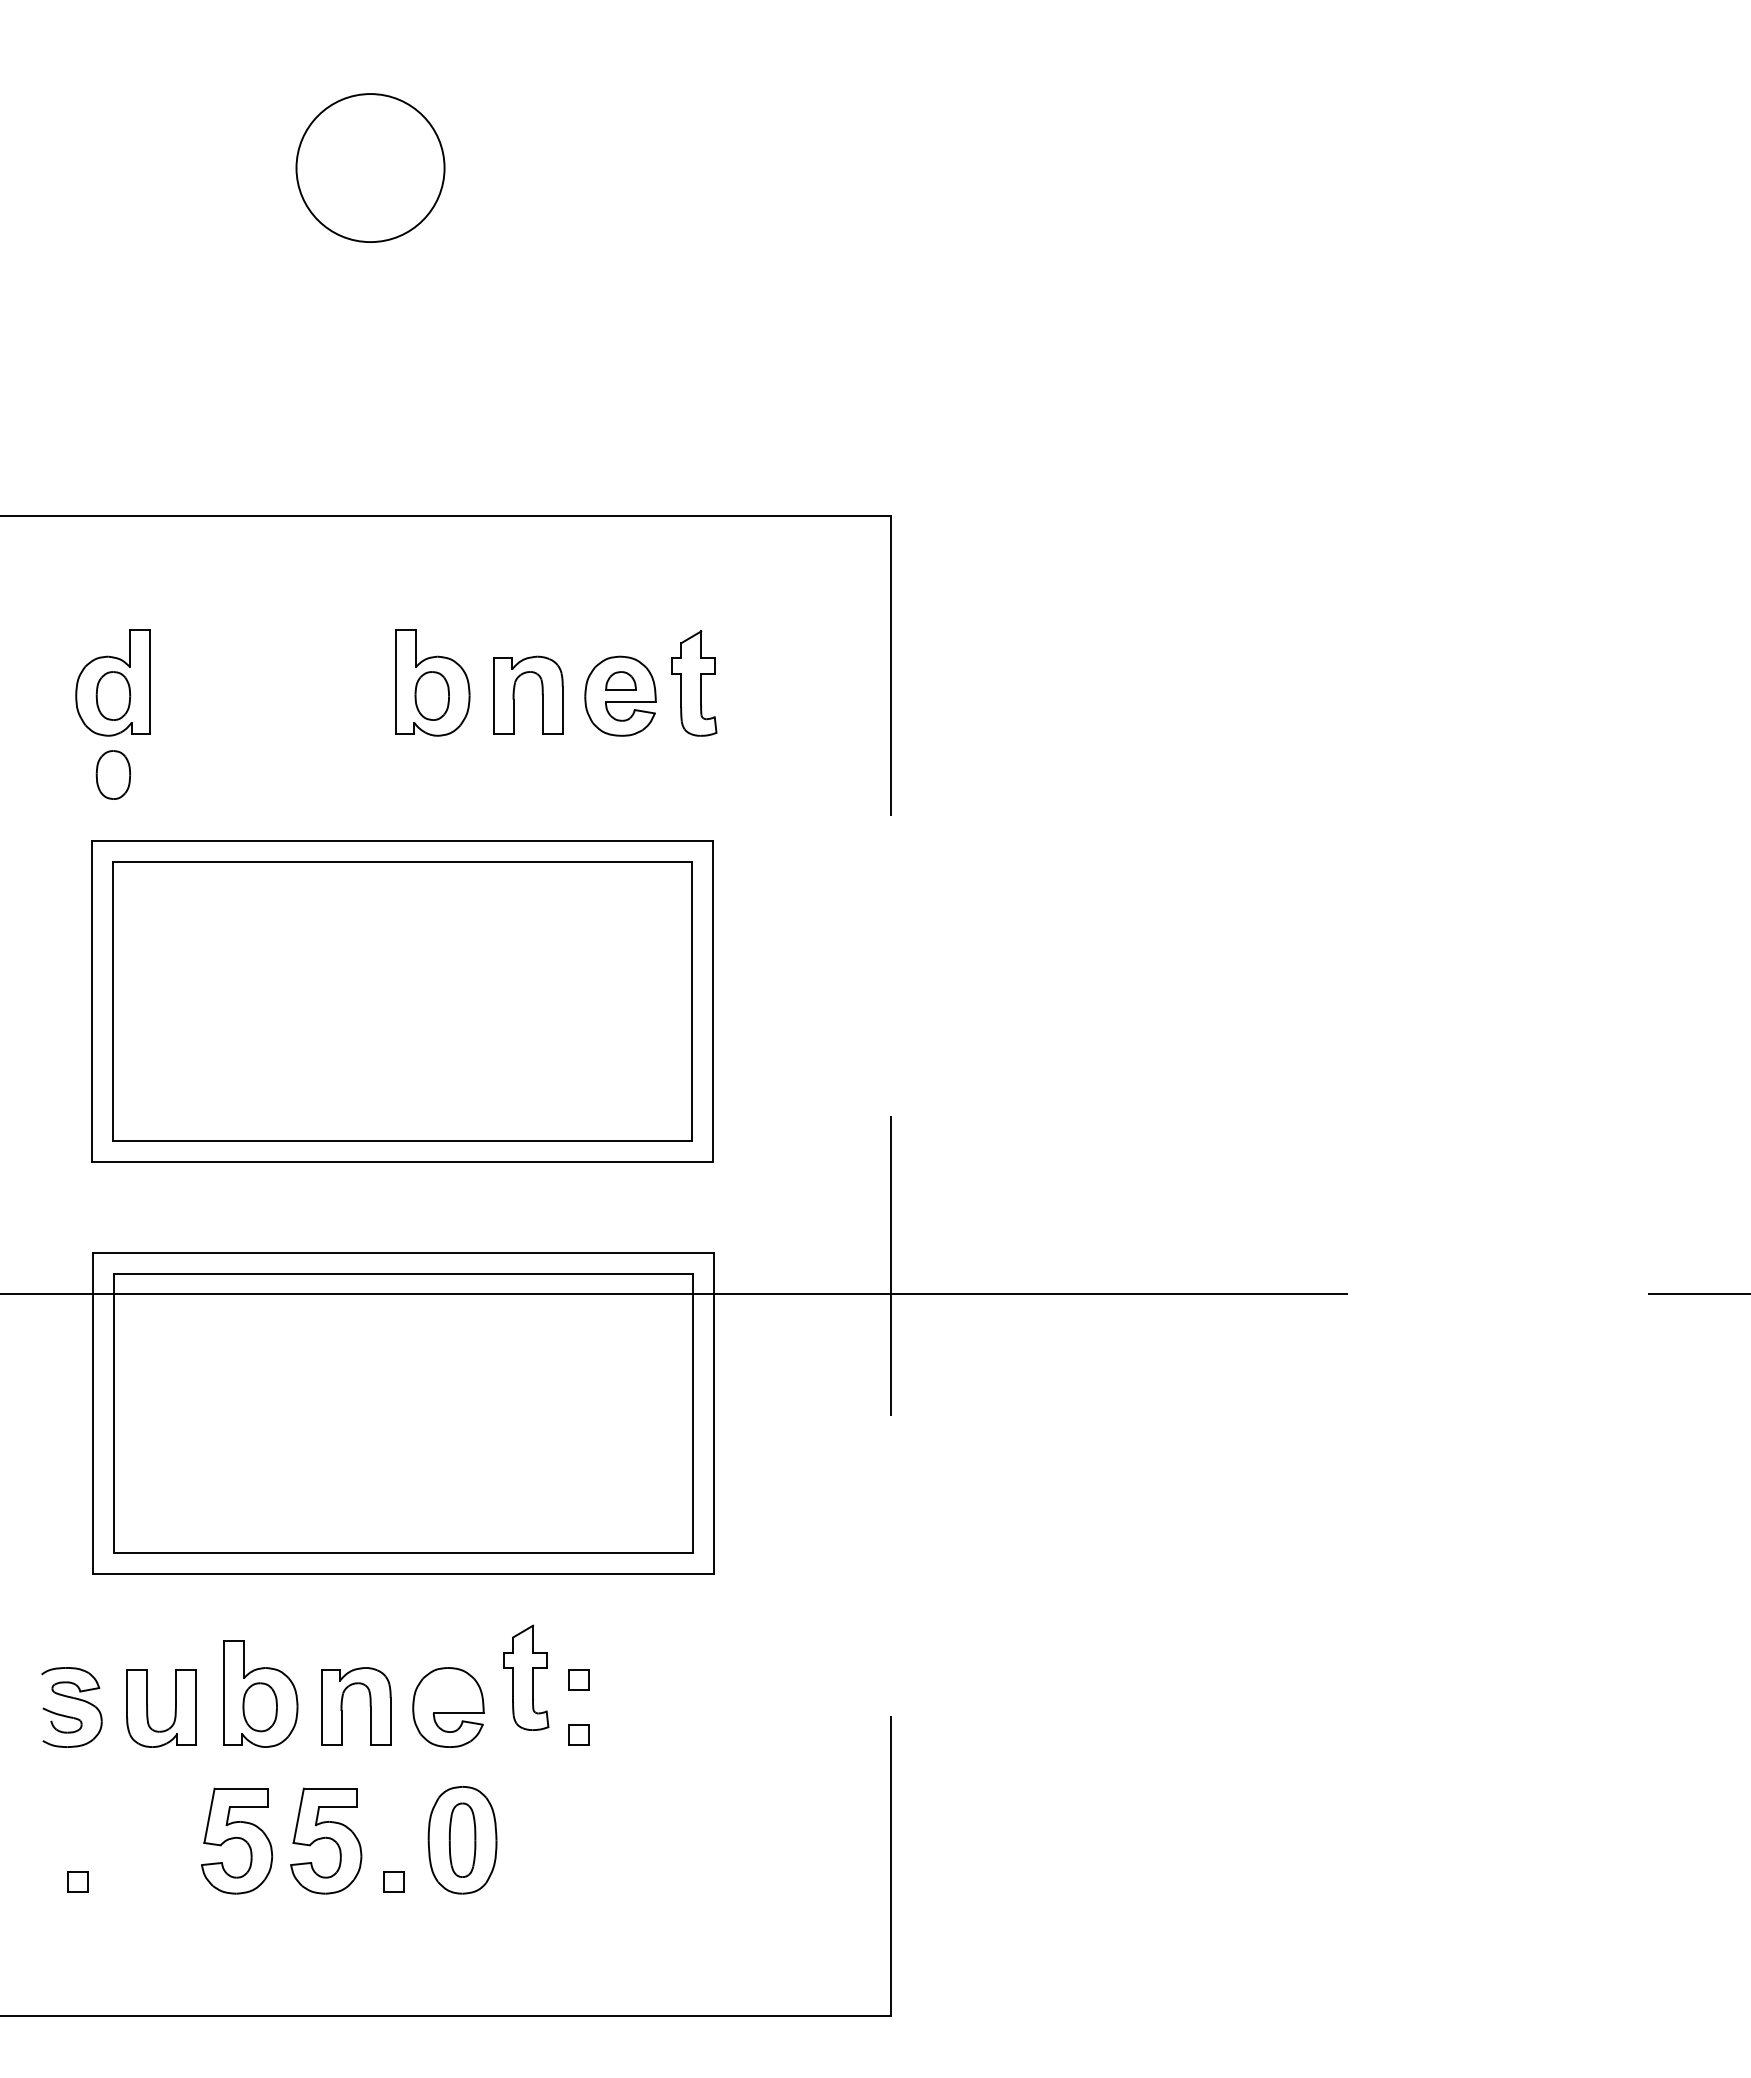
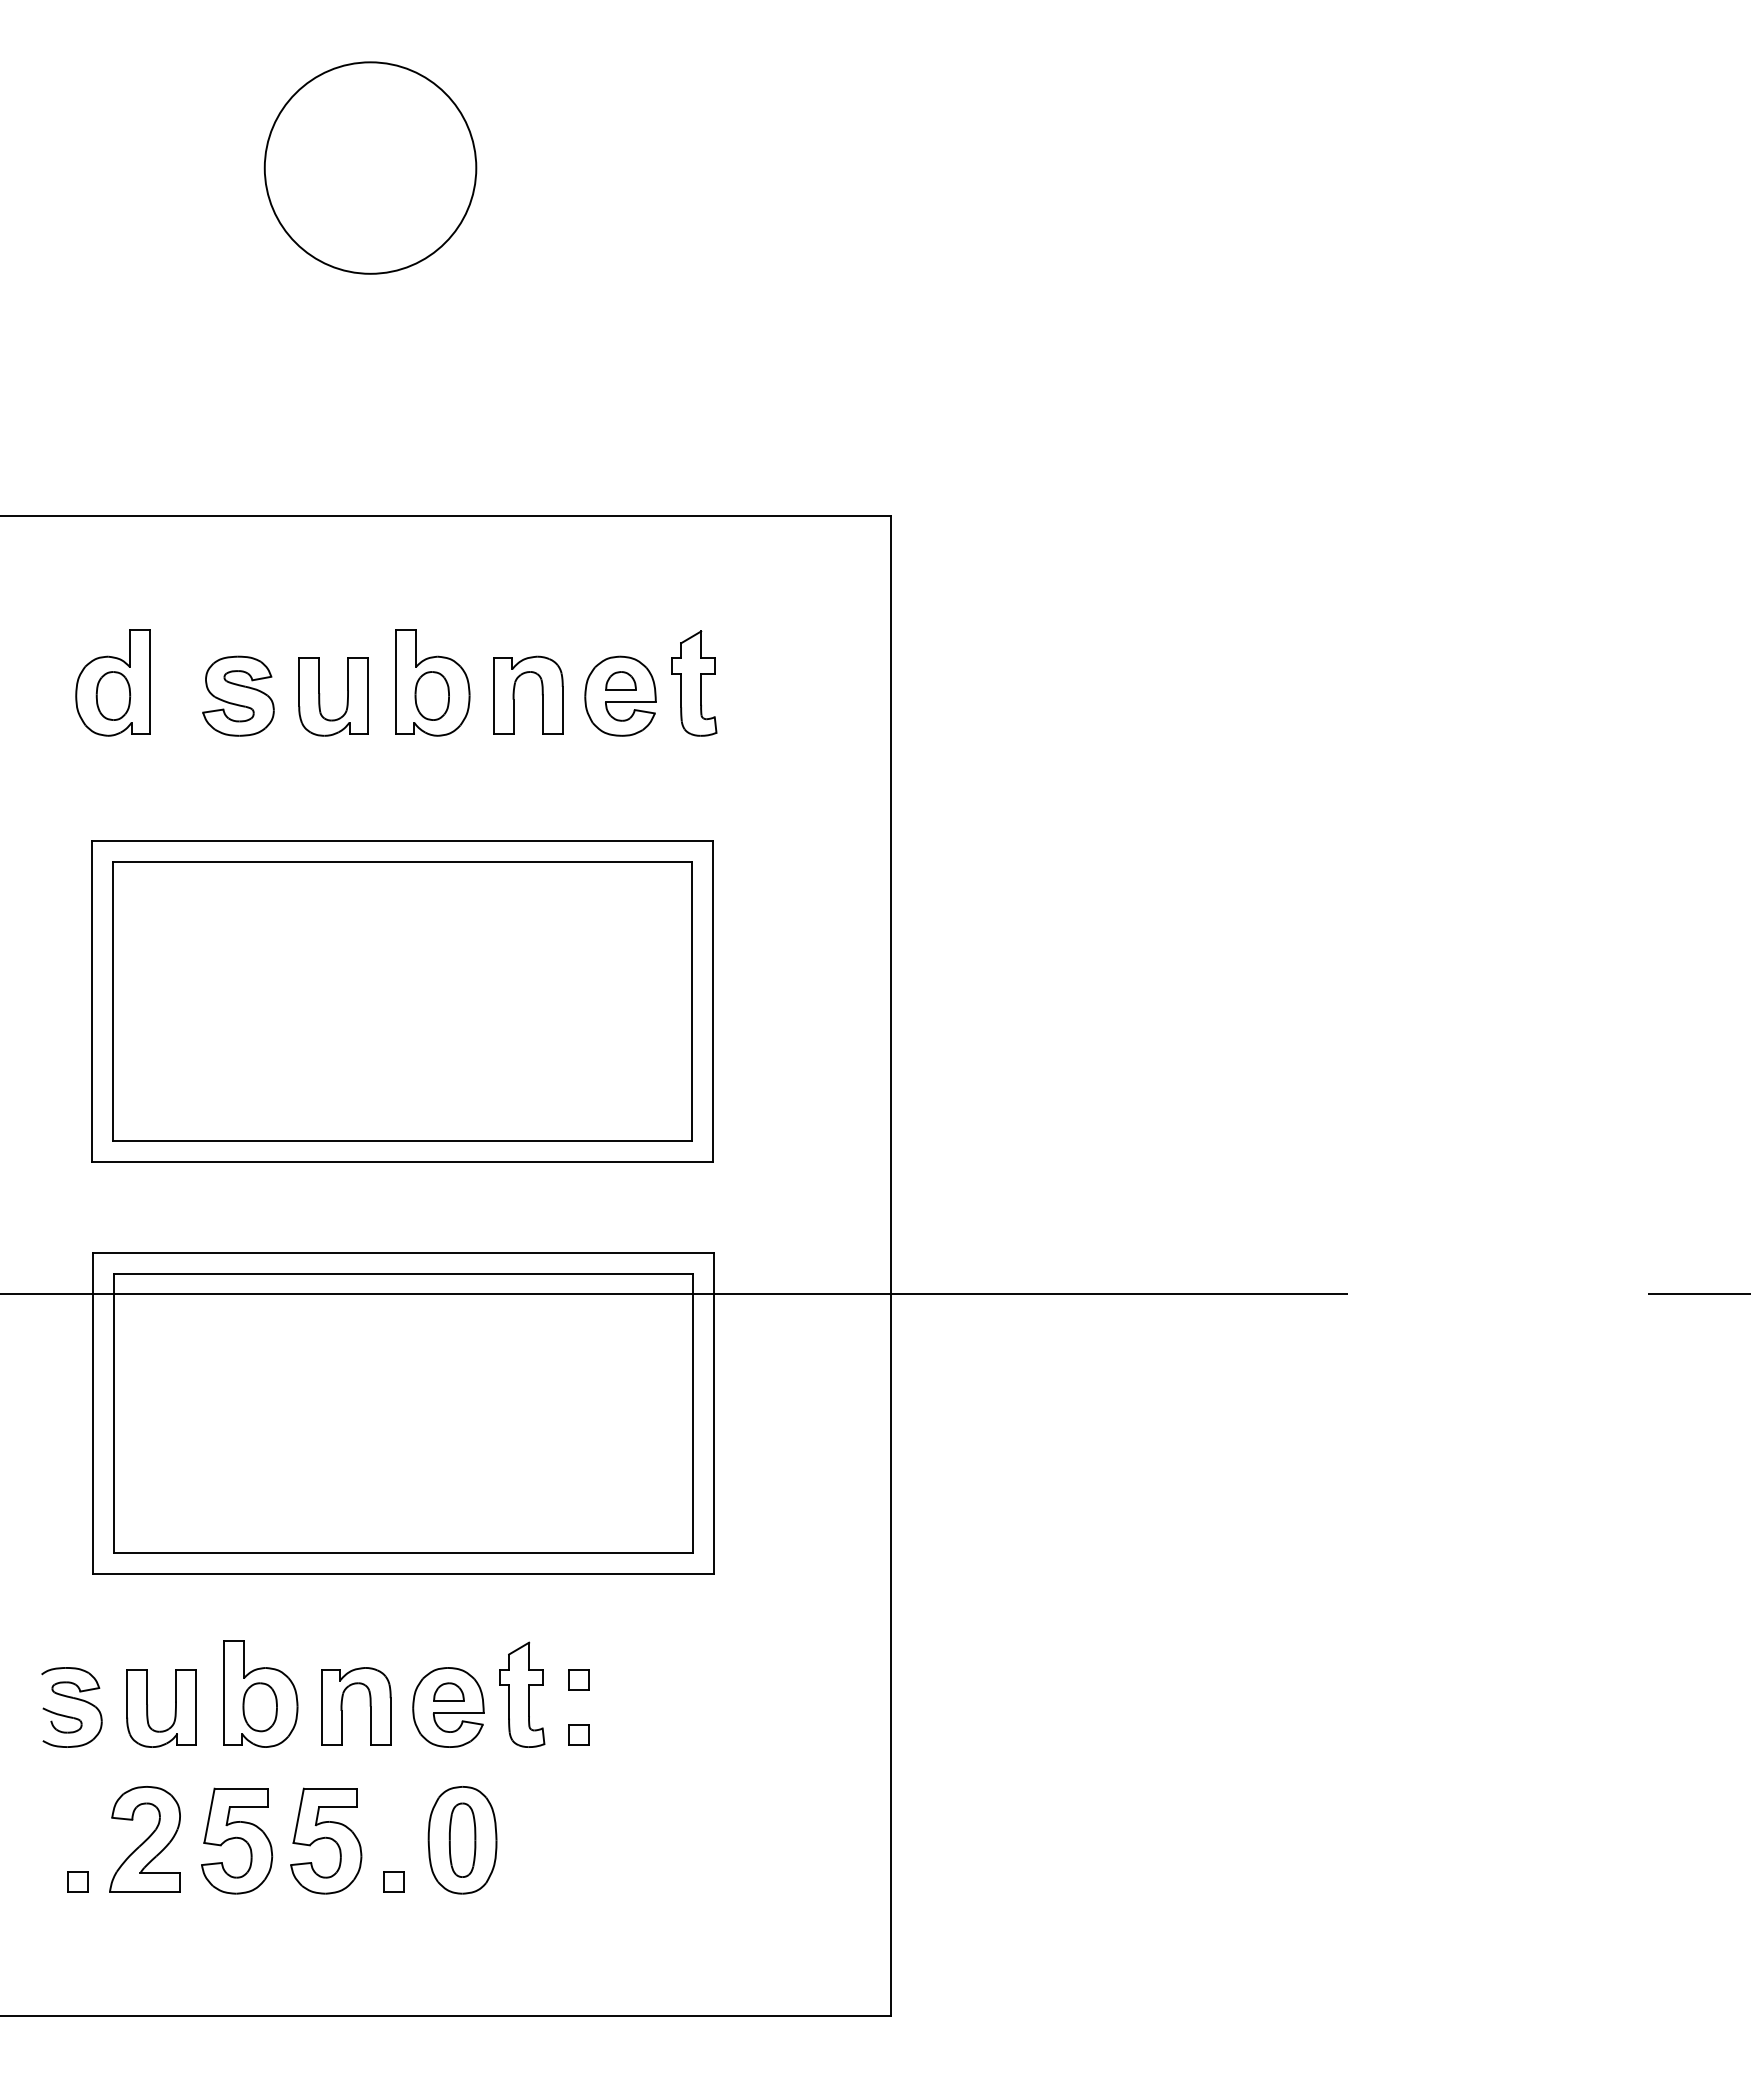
circle at (370, 168) diameter: 148 px -> 212 px
part at (238, 695): none -> present
part at (320, 696): none -> present
part at (113, 774): present -> none
line at (890, 1265): dashed -> solid
part at (526, 1677) position: (526, 1677) -> (522, 1694)
part at (448, 1691): none -> present
part at (144, 1839): none -> present
